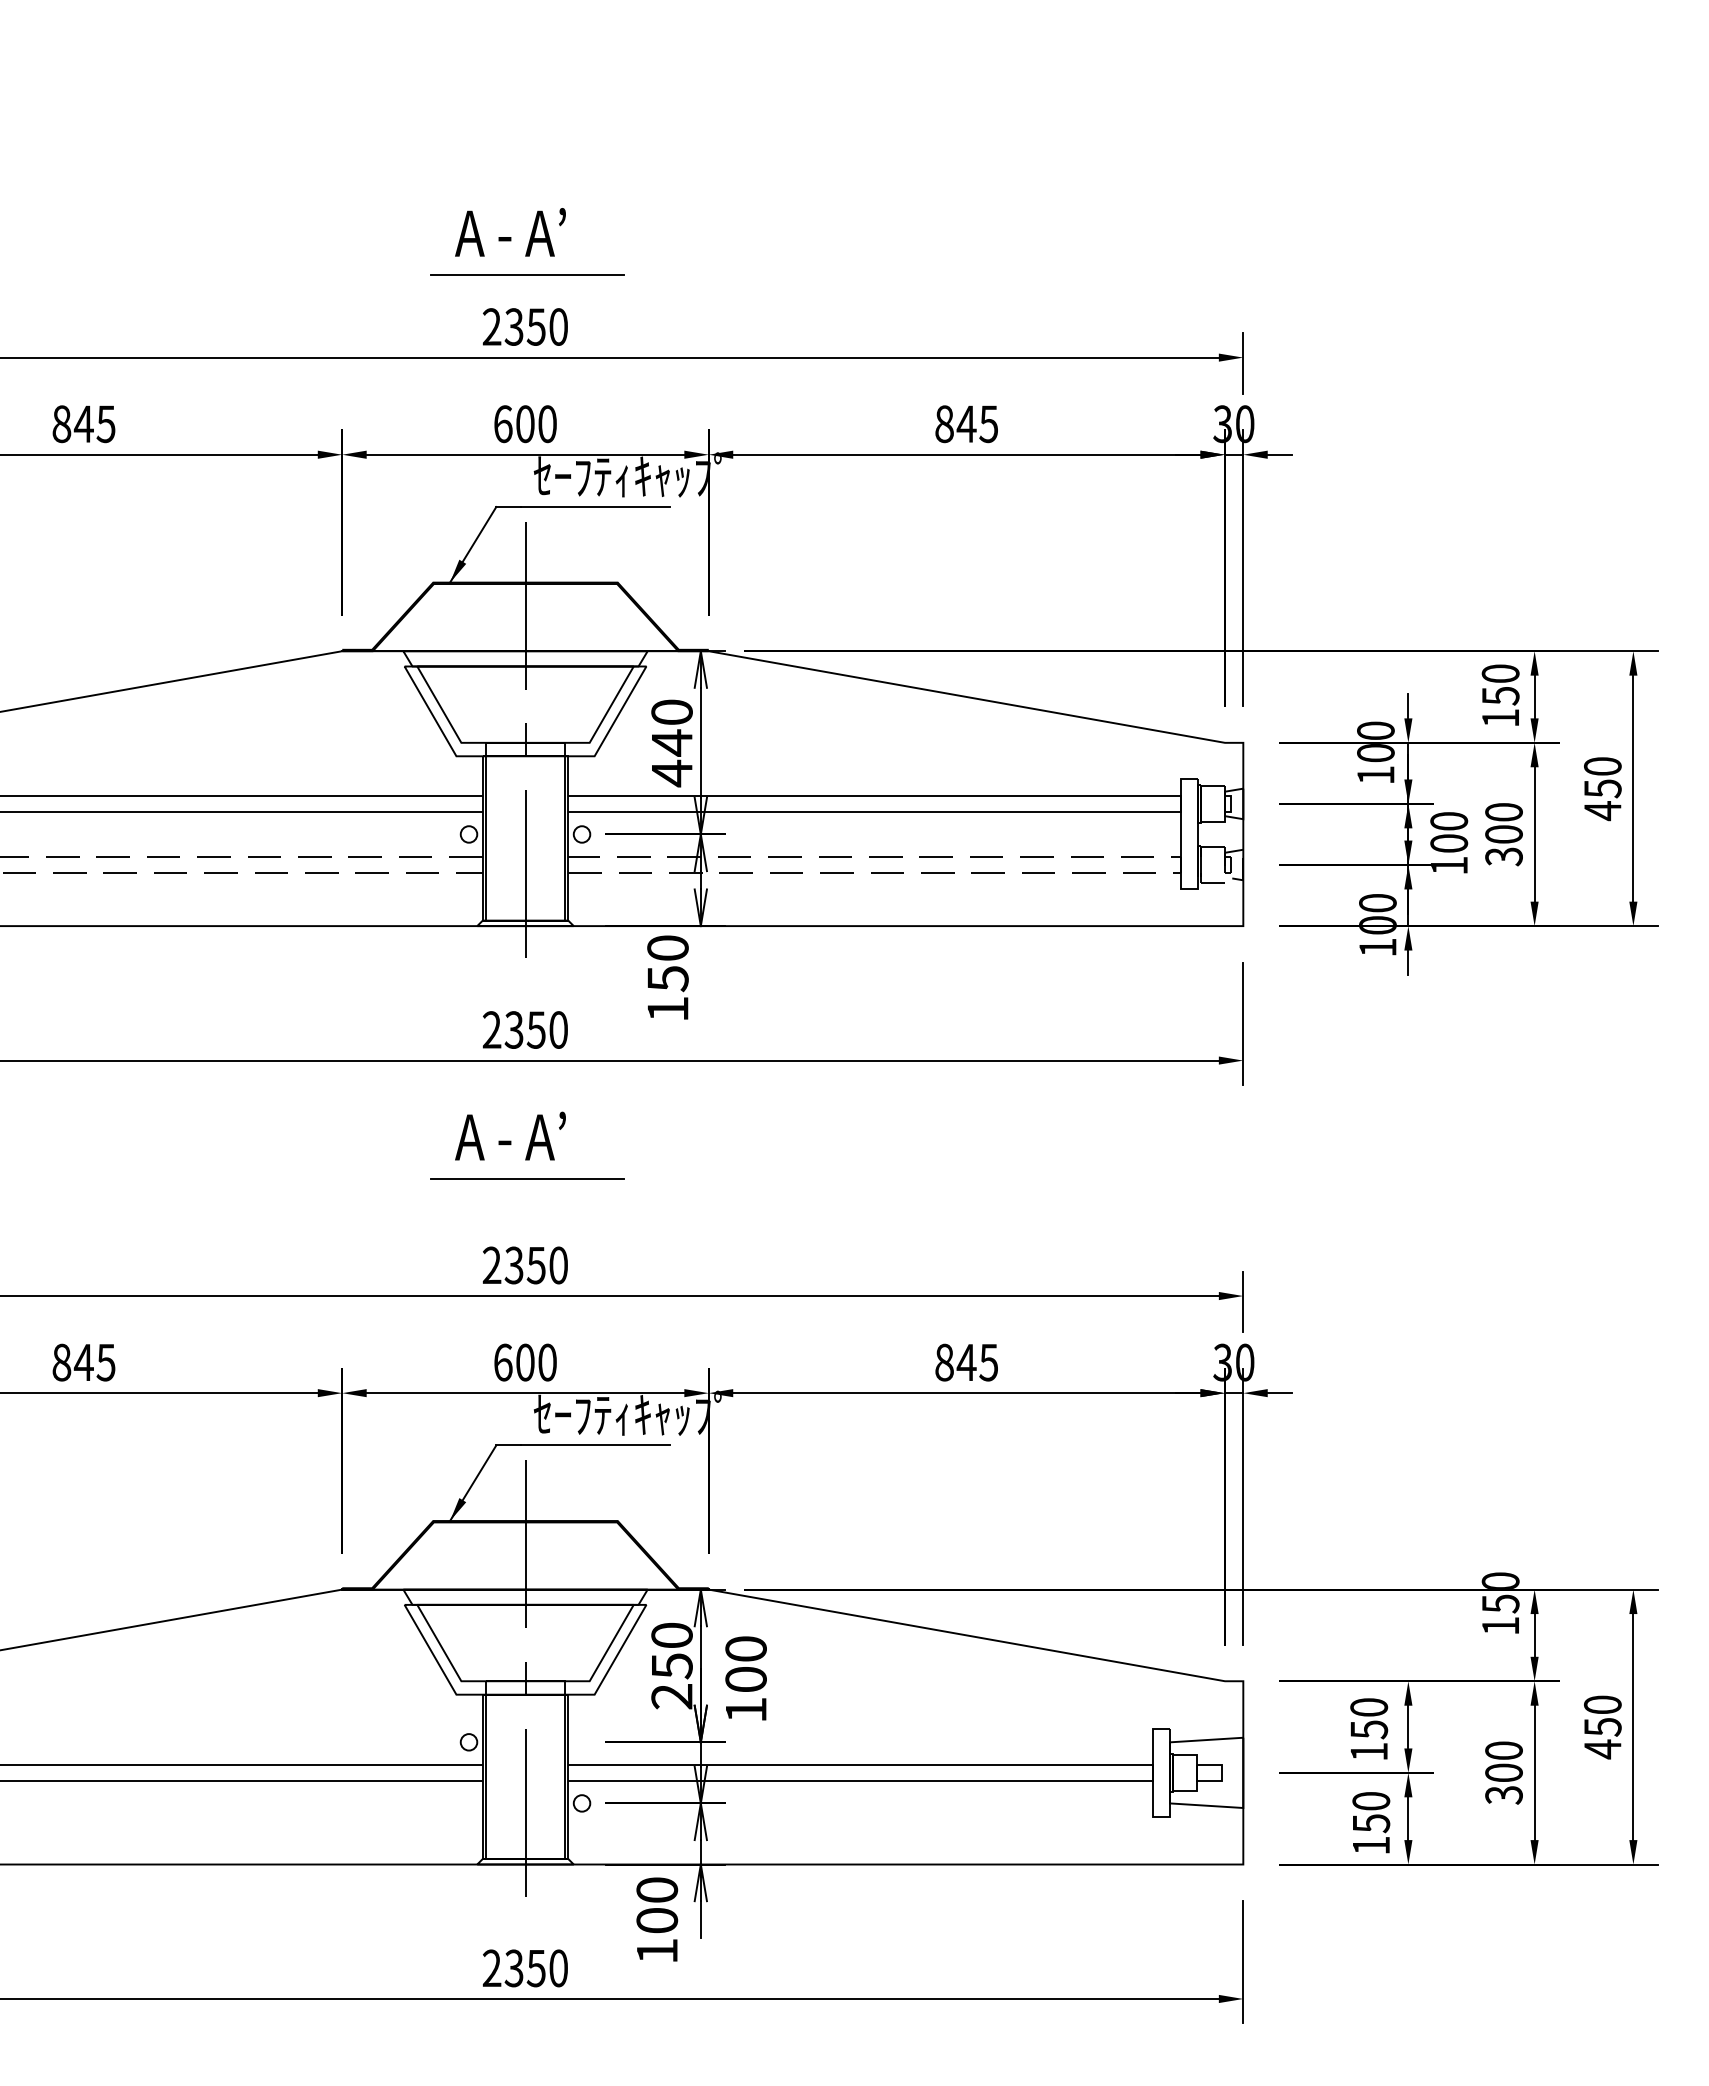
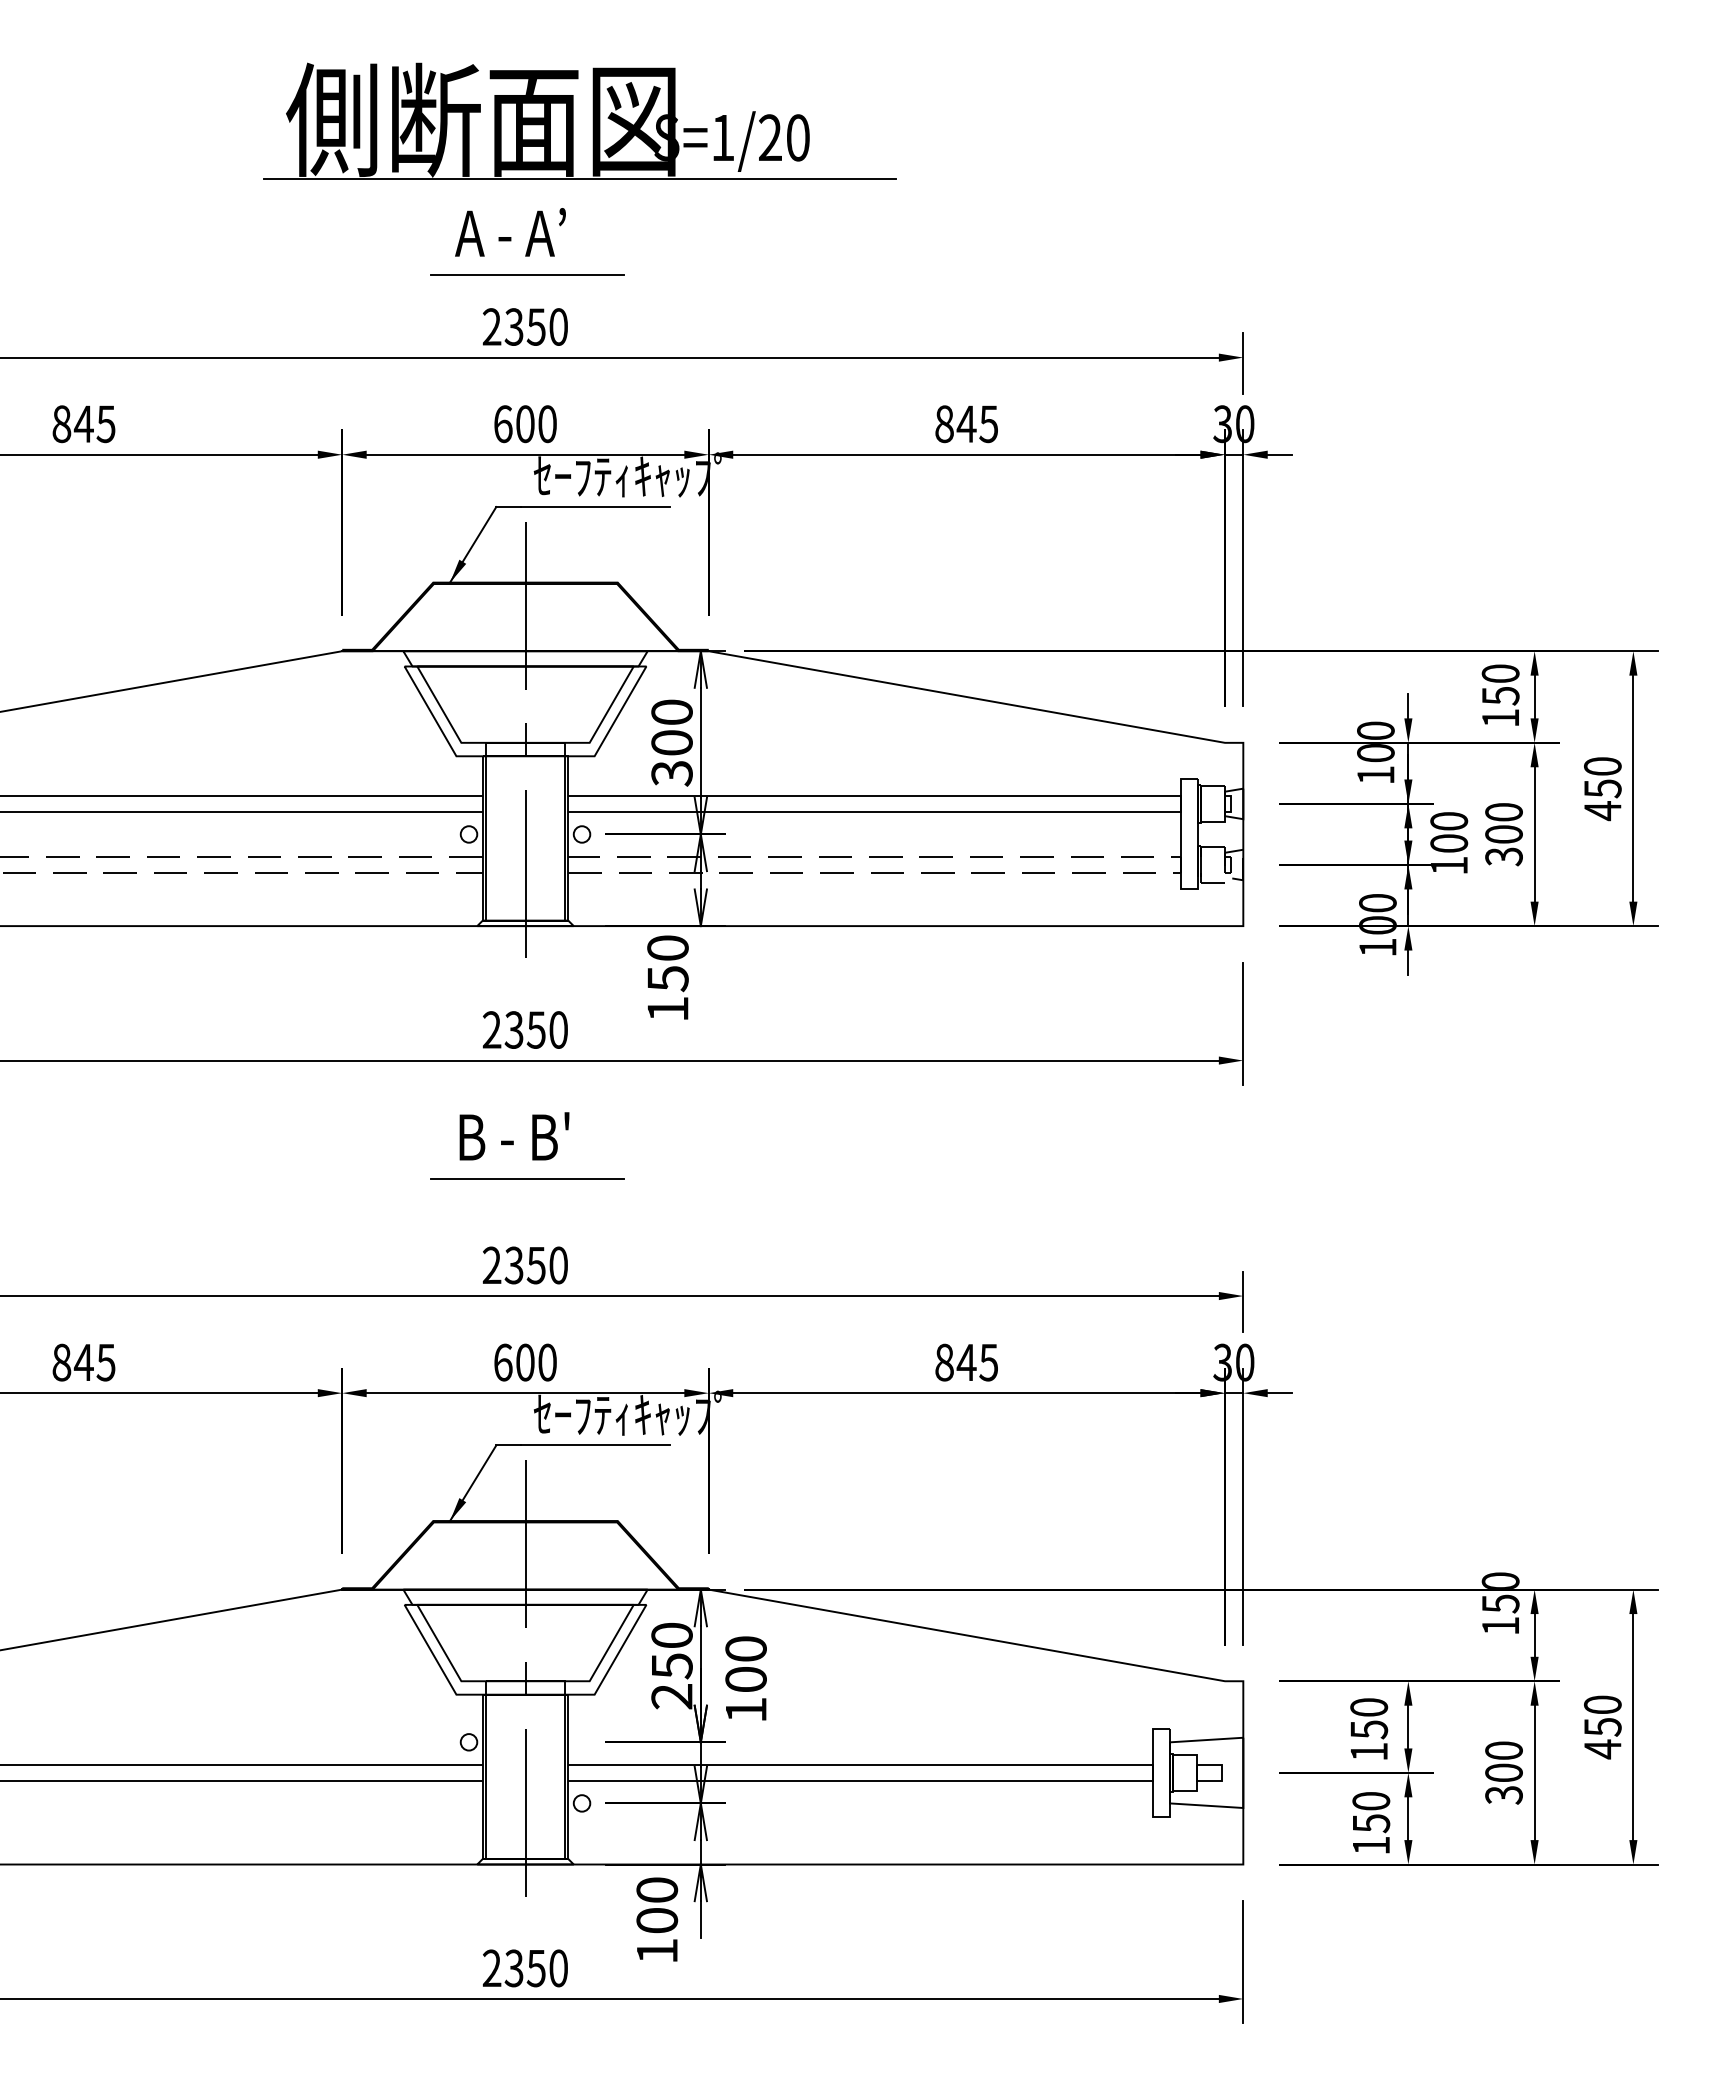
part at (579, 120): none -> present
text at (671, 758): 440 -> 300
text at (512, 1135): A - A’ -> B - B'
